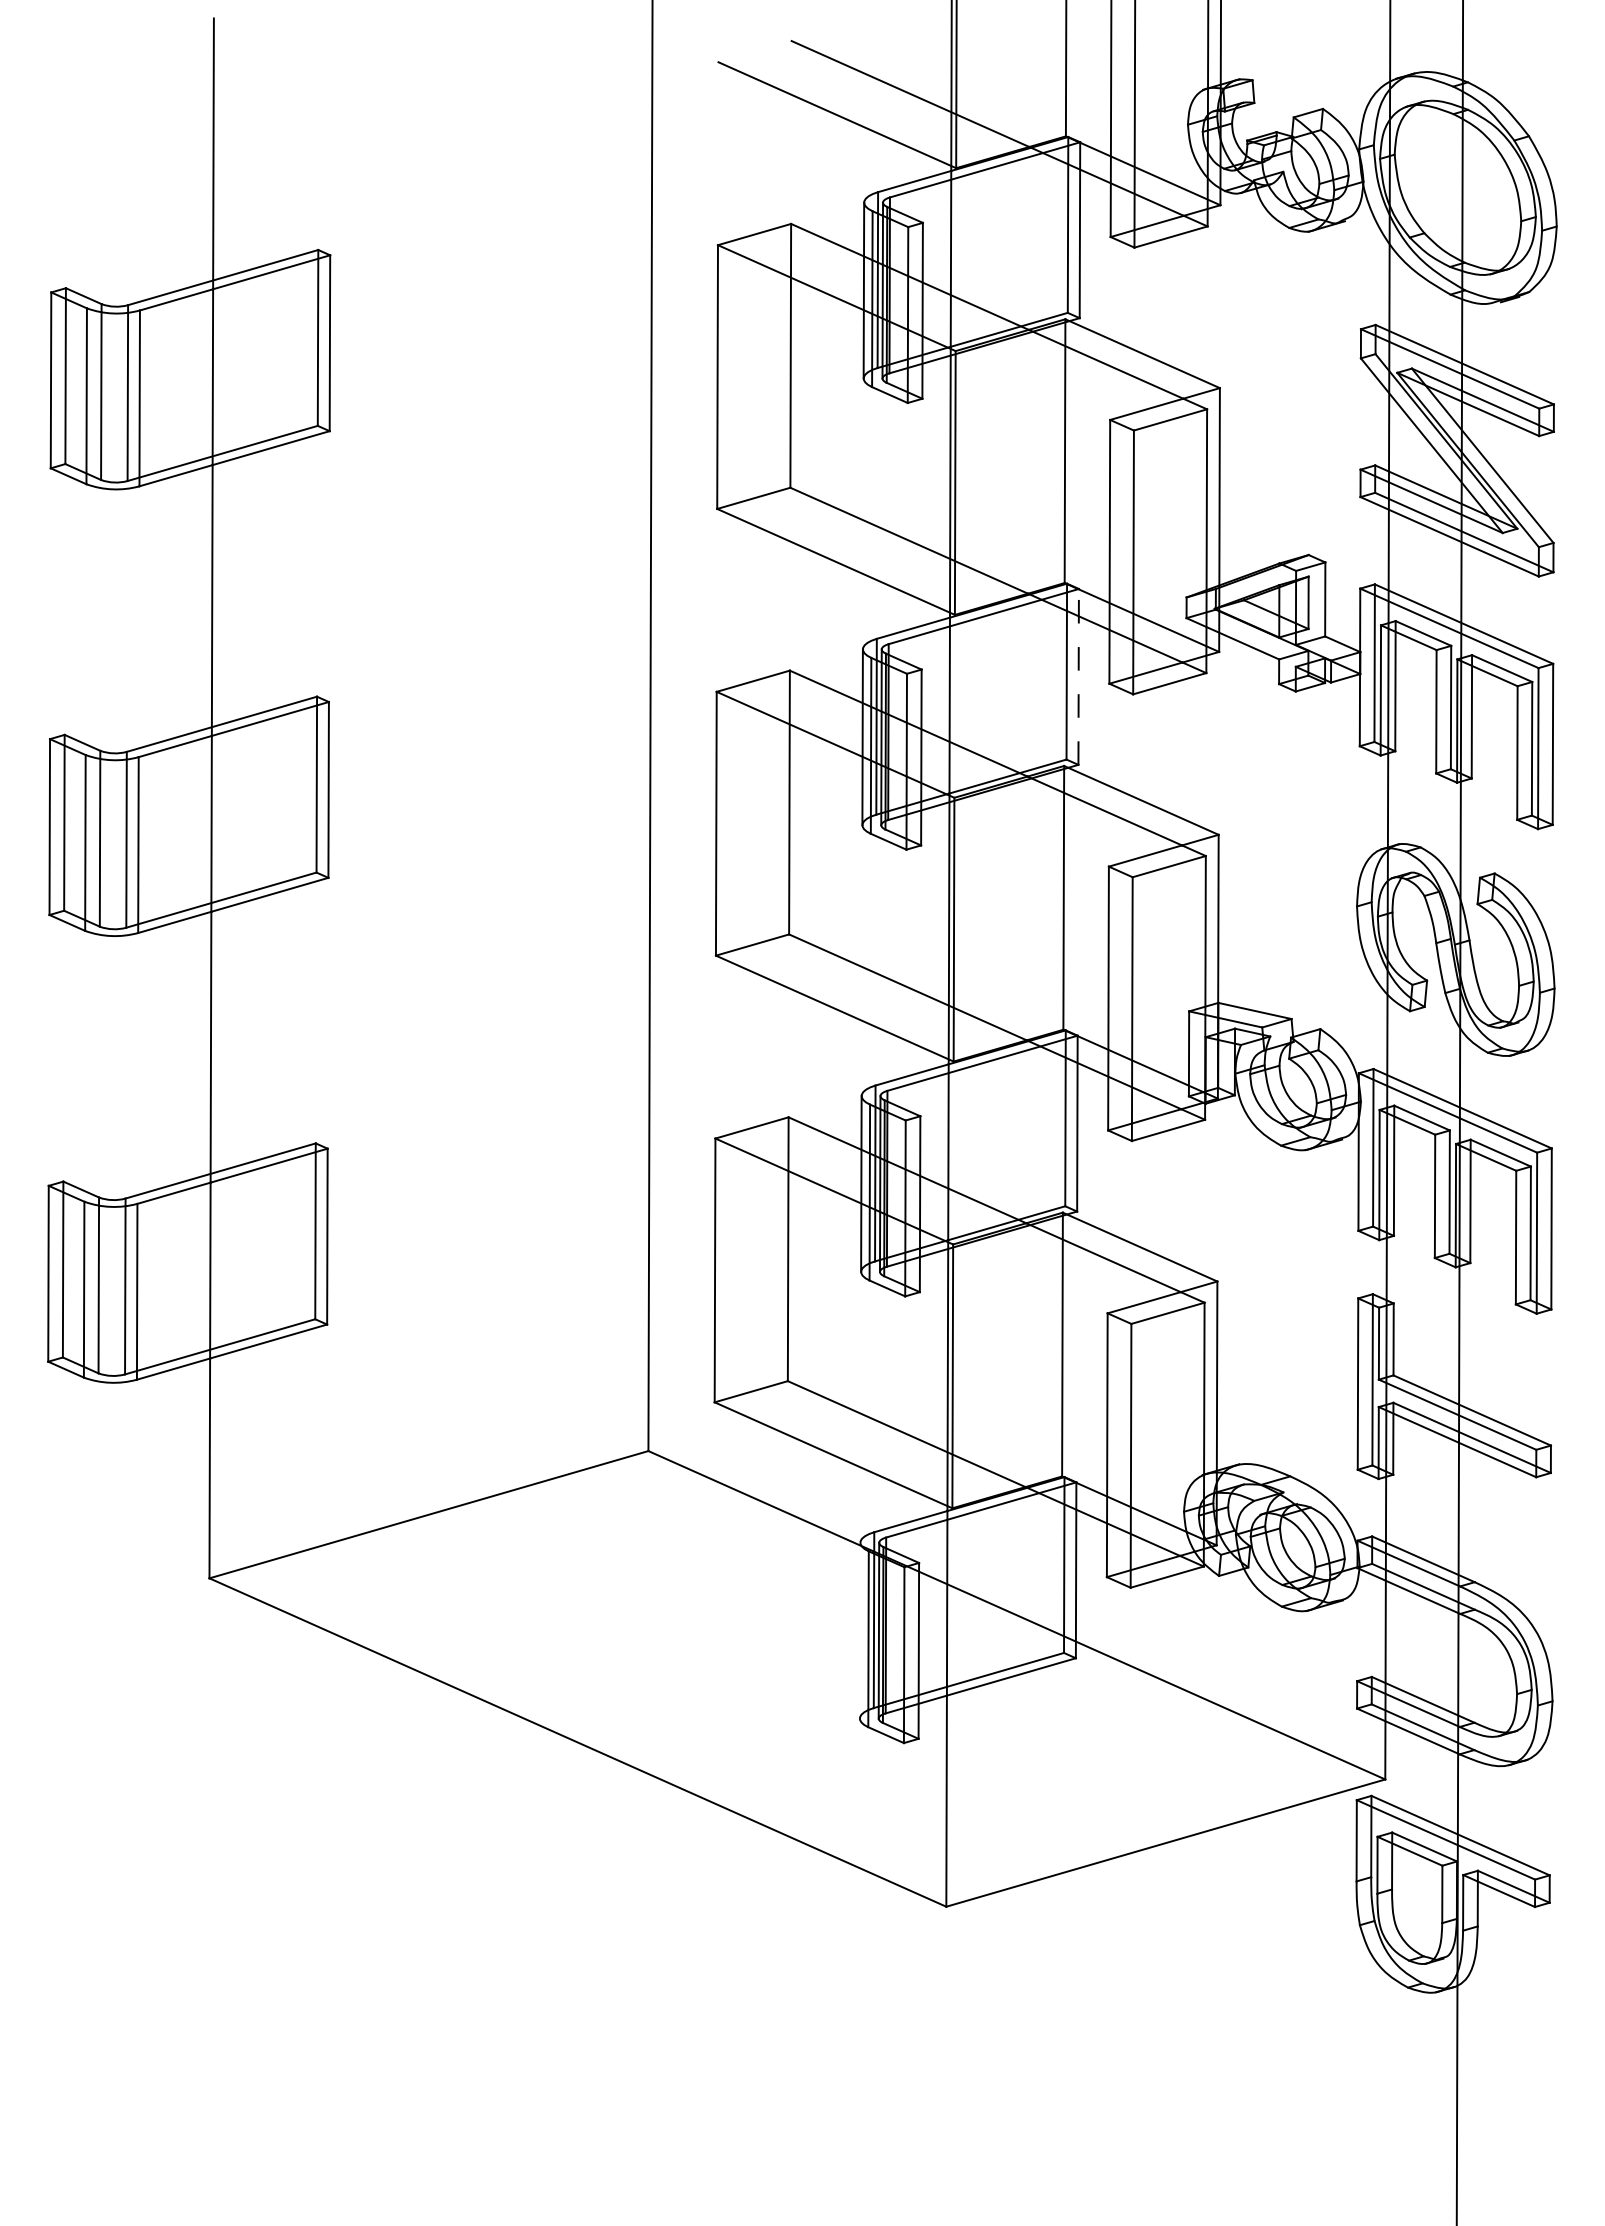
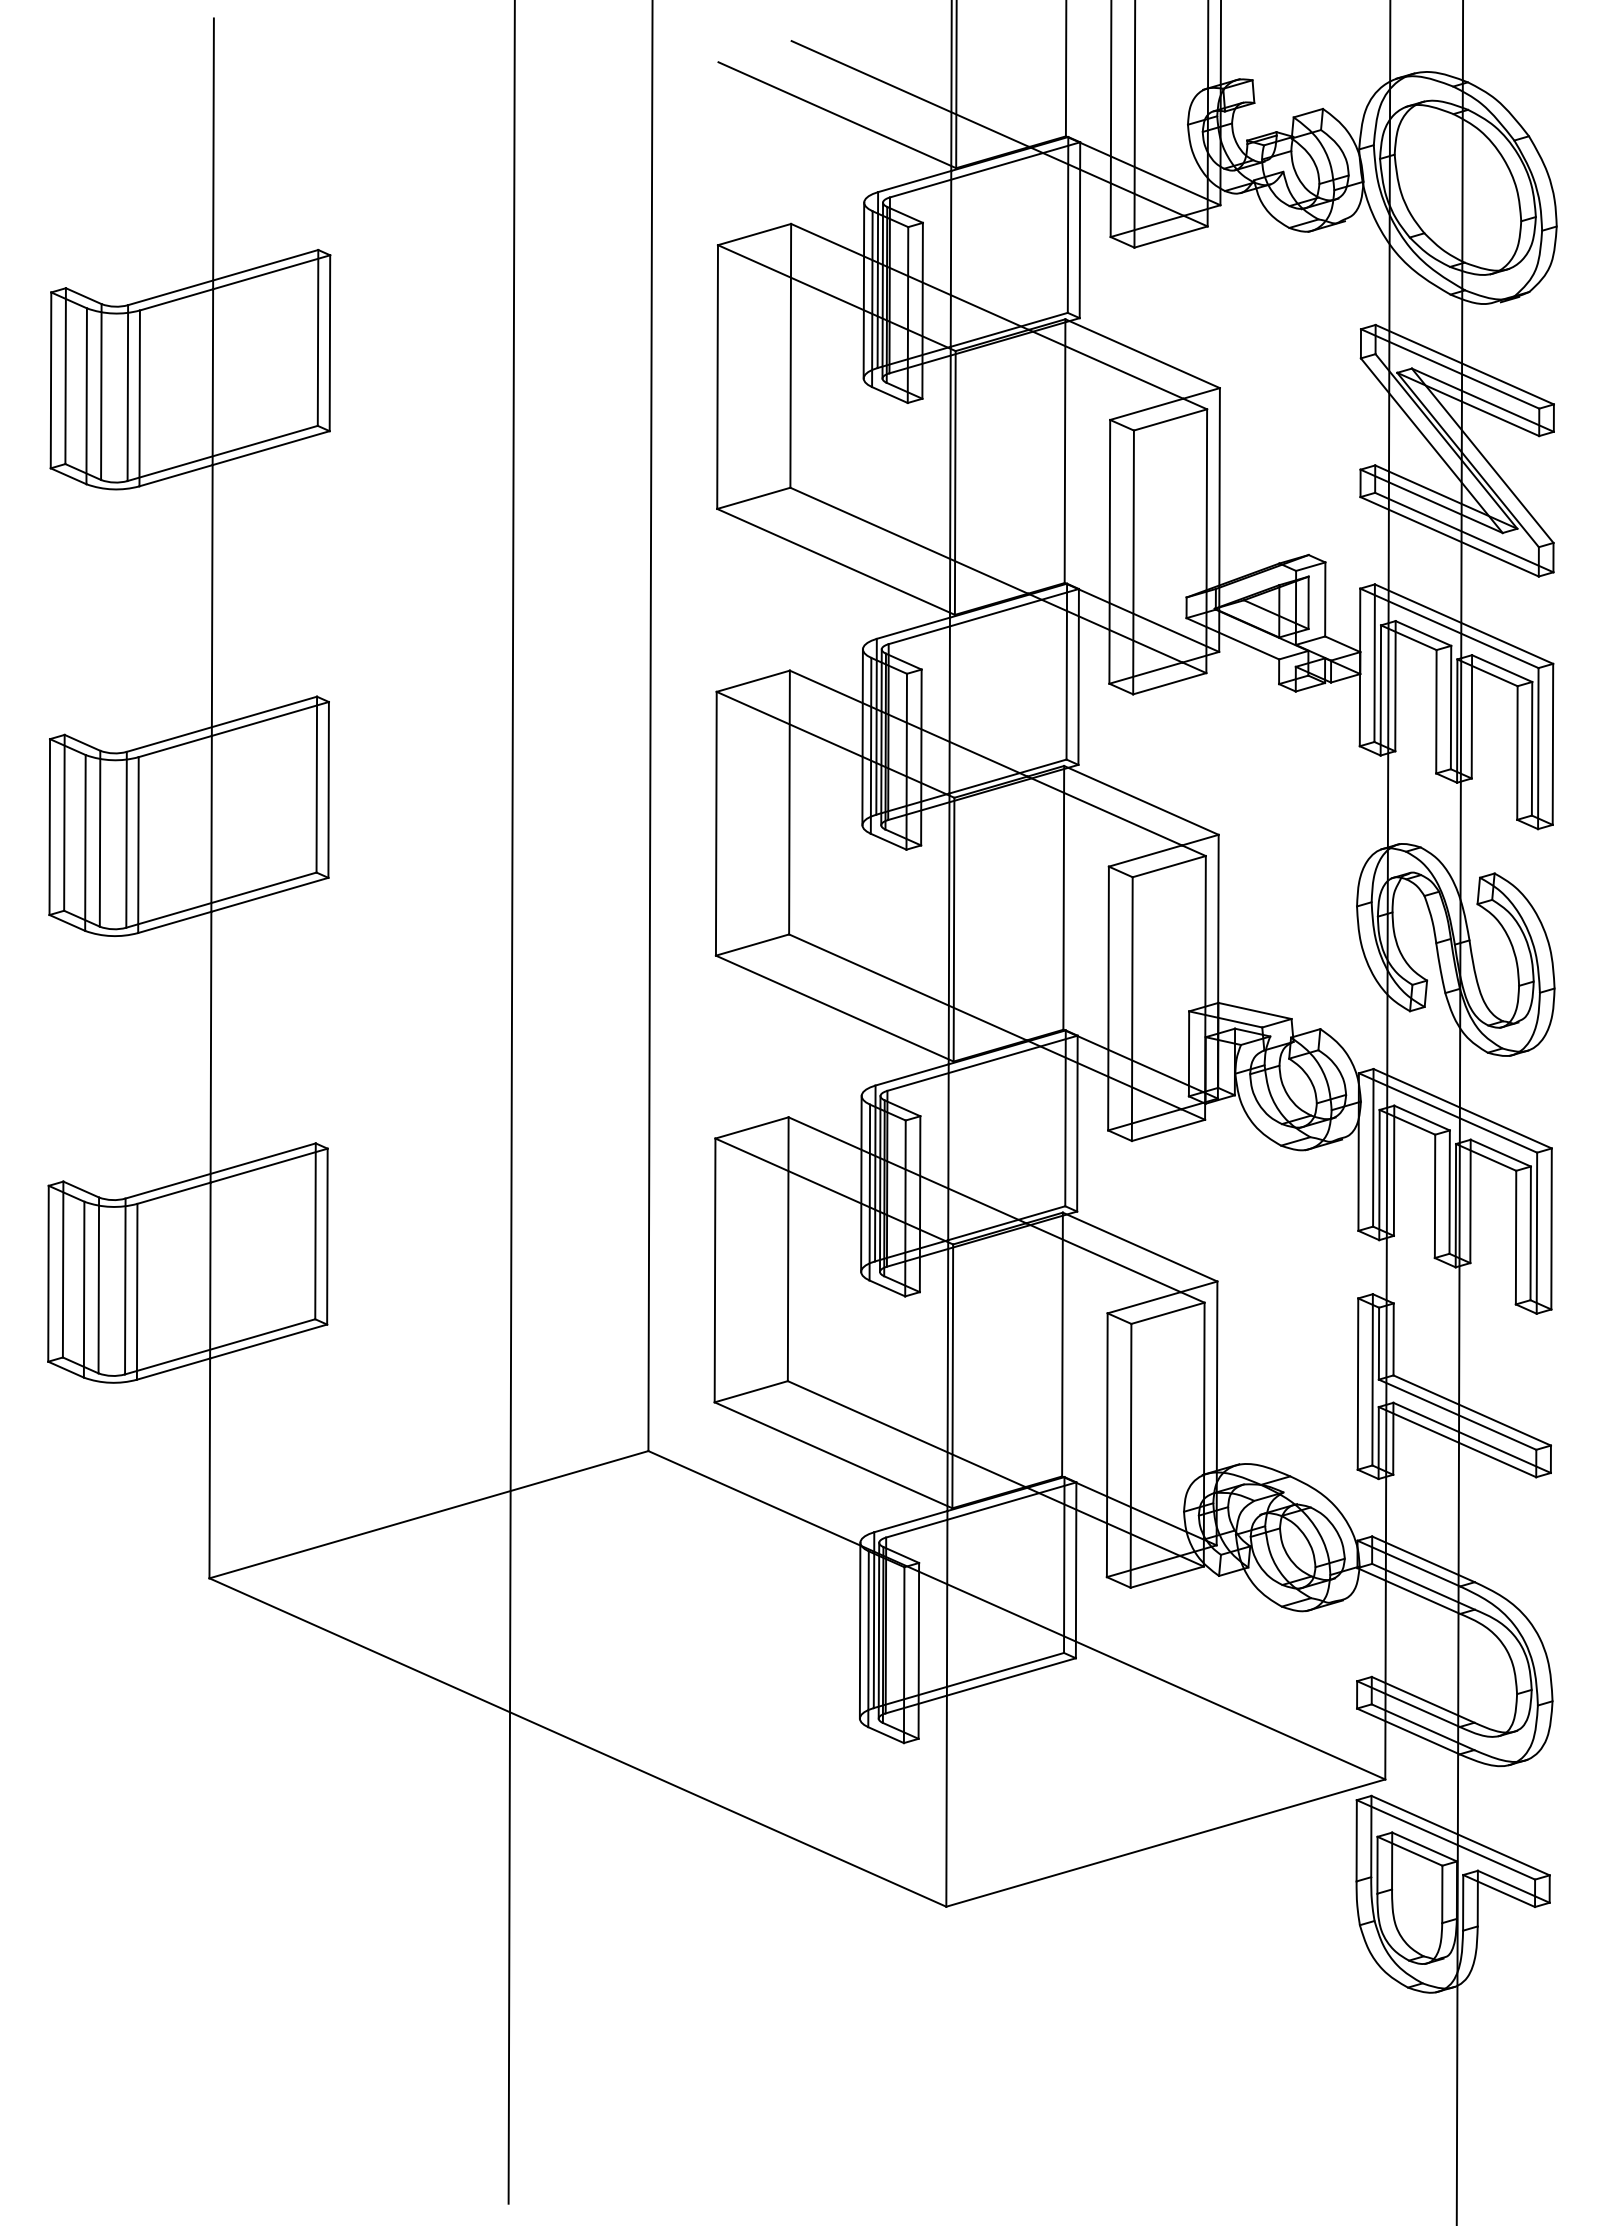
line at (1078, 676): dashed -> solid
line at (511, 1102): none -> present
line at (859, 1630): none -> present
